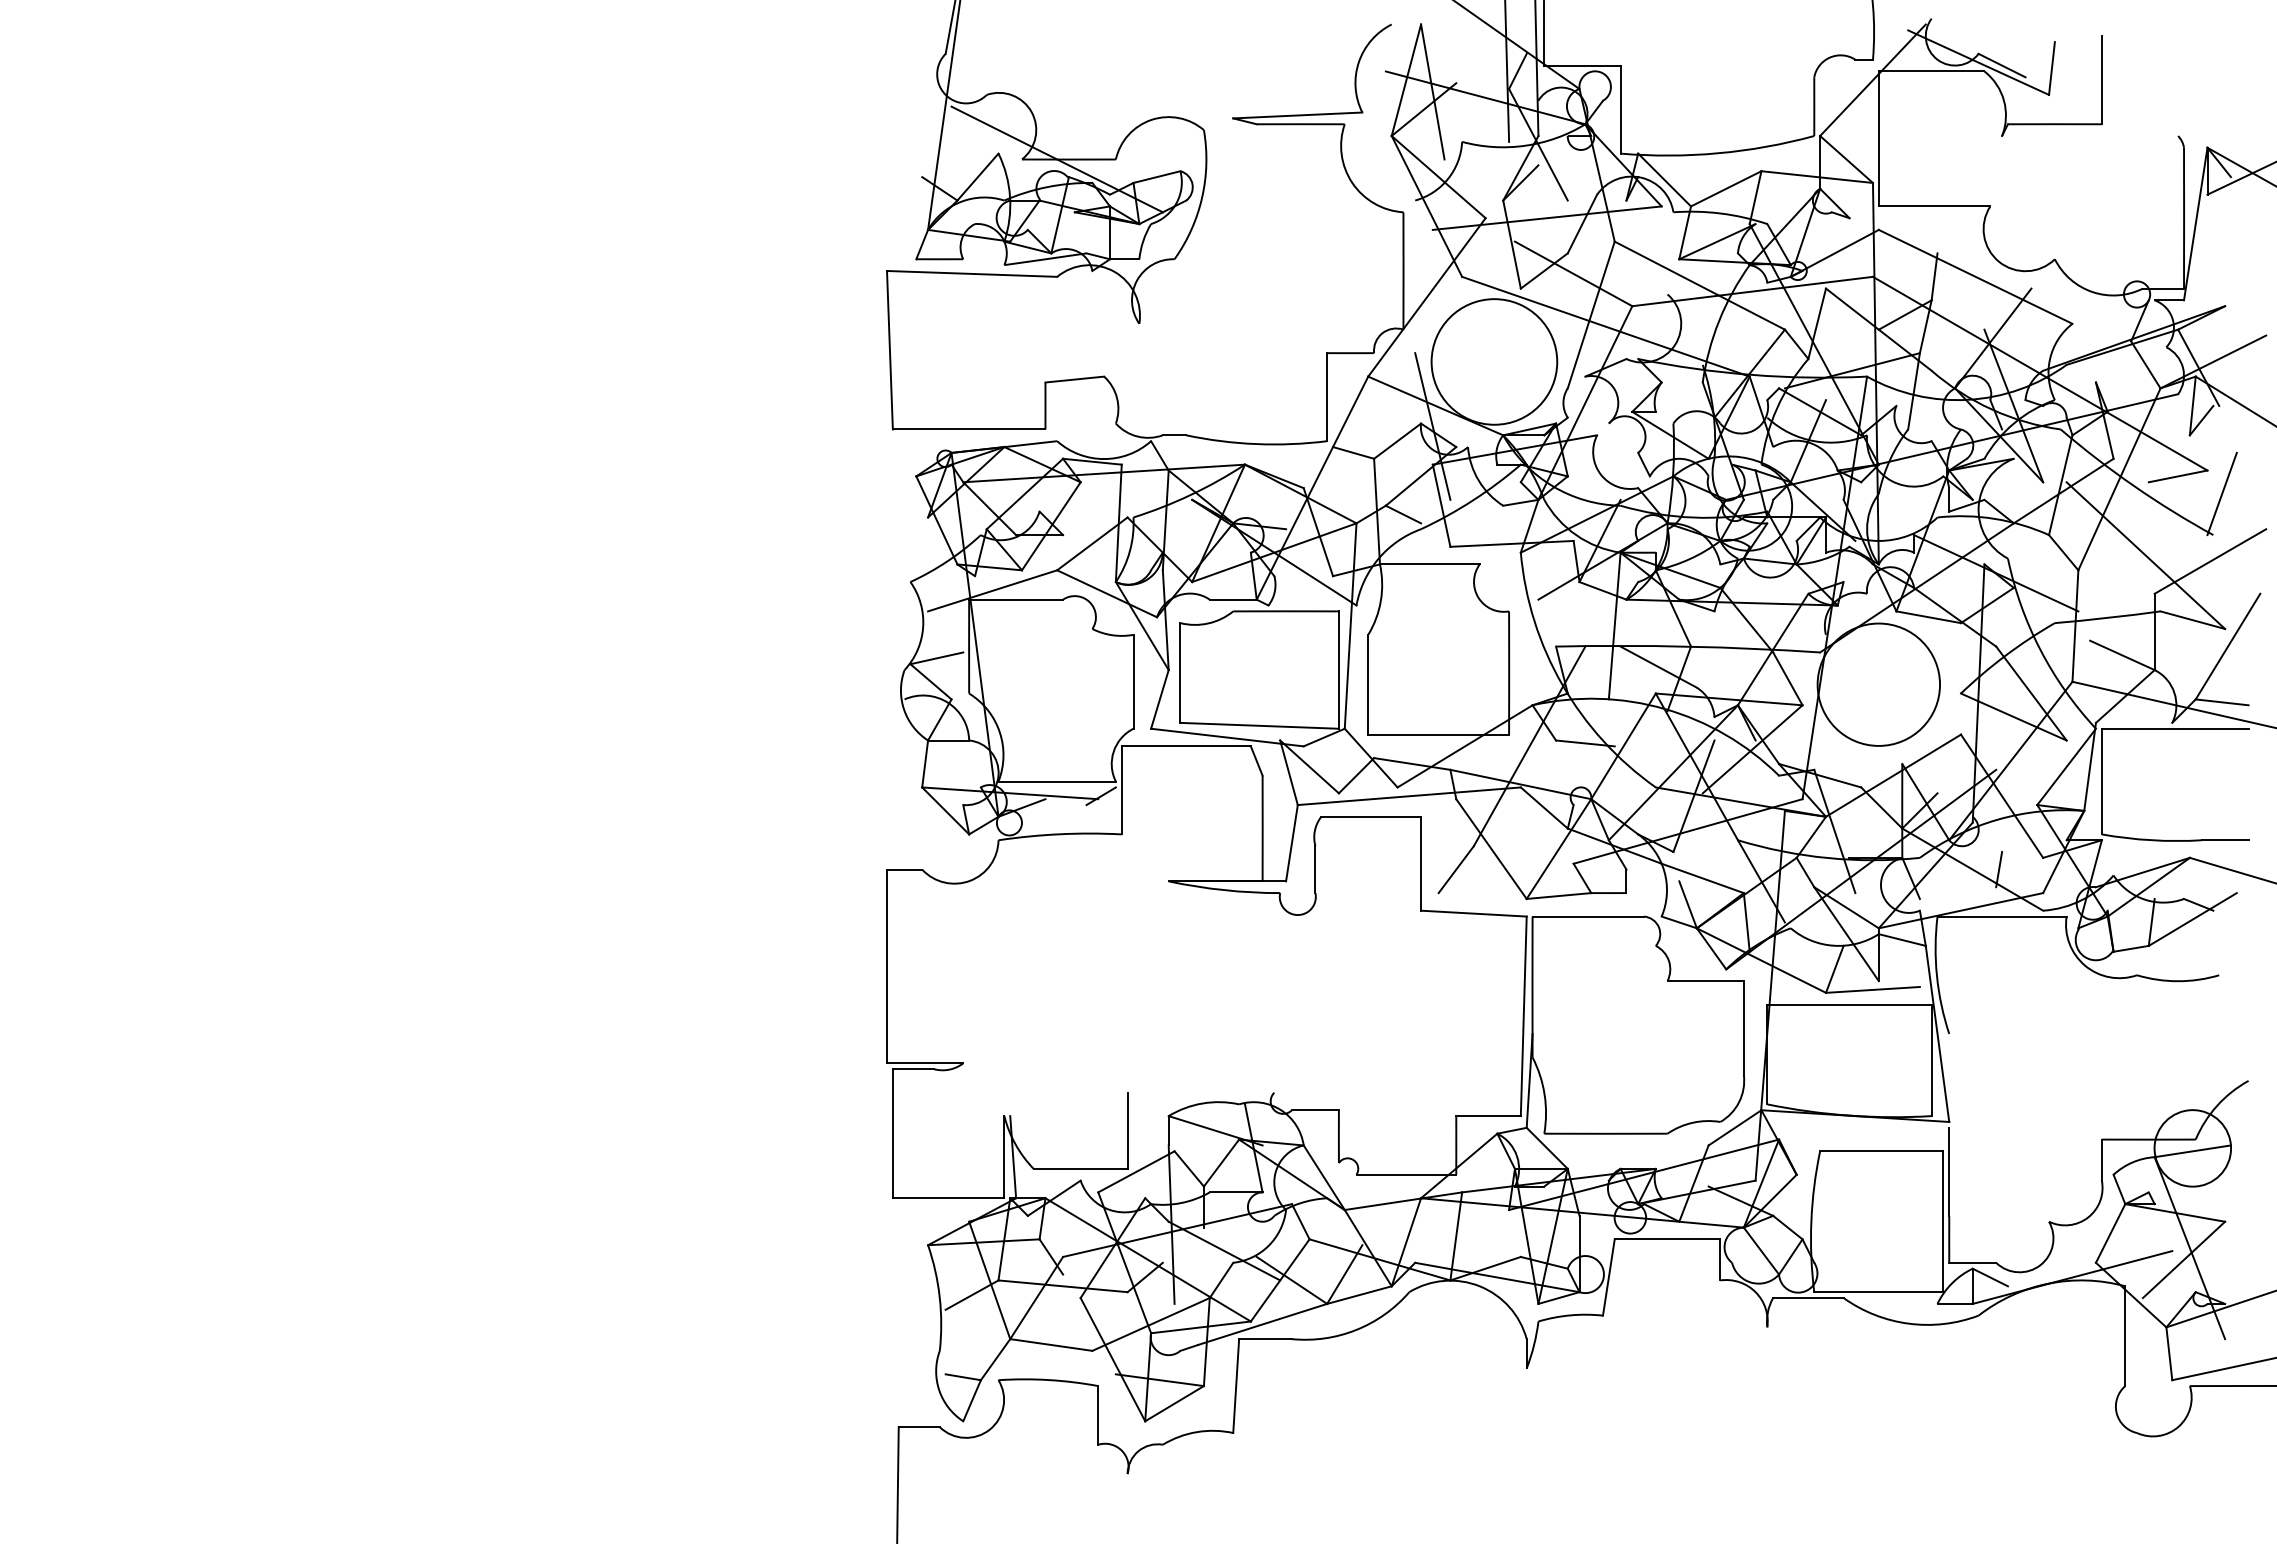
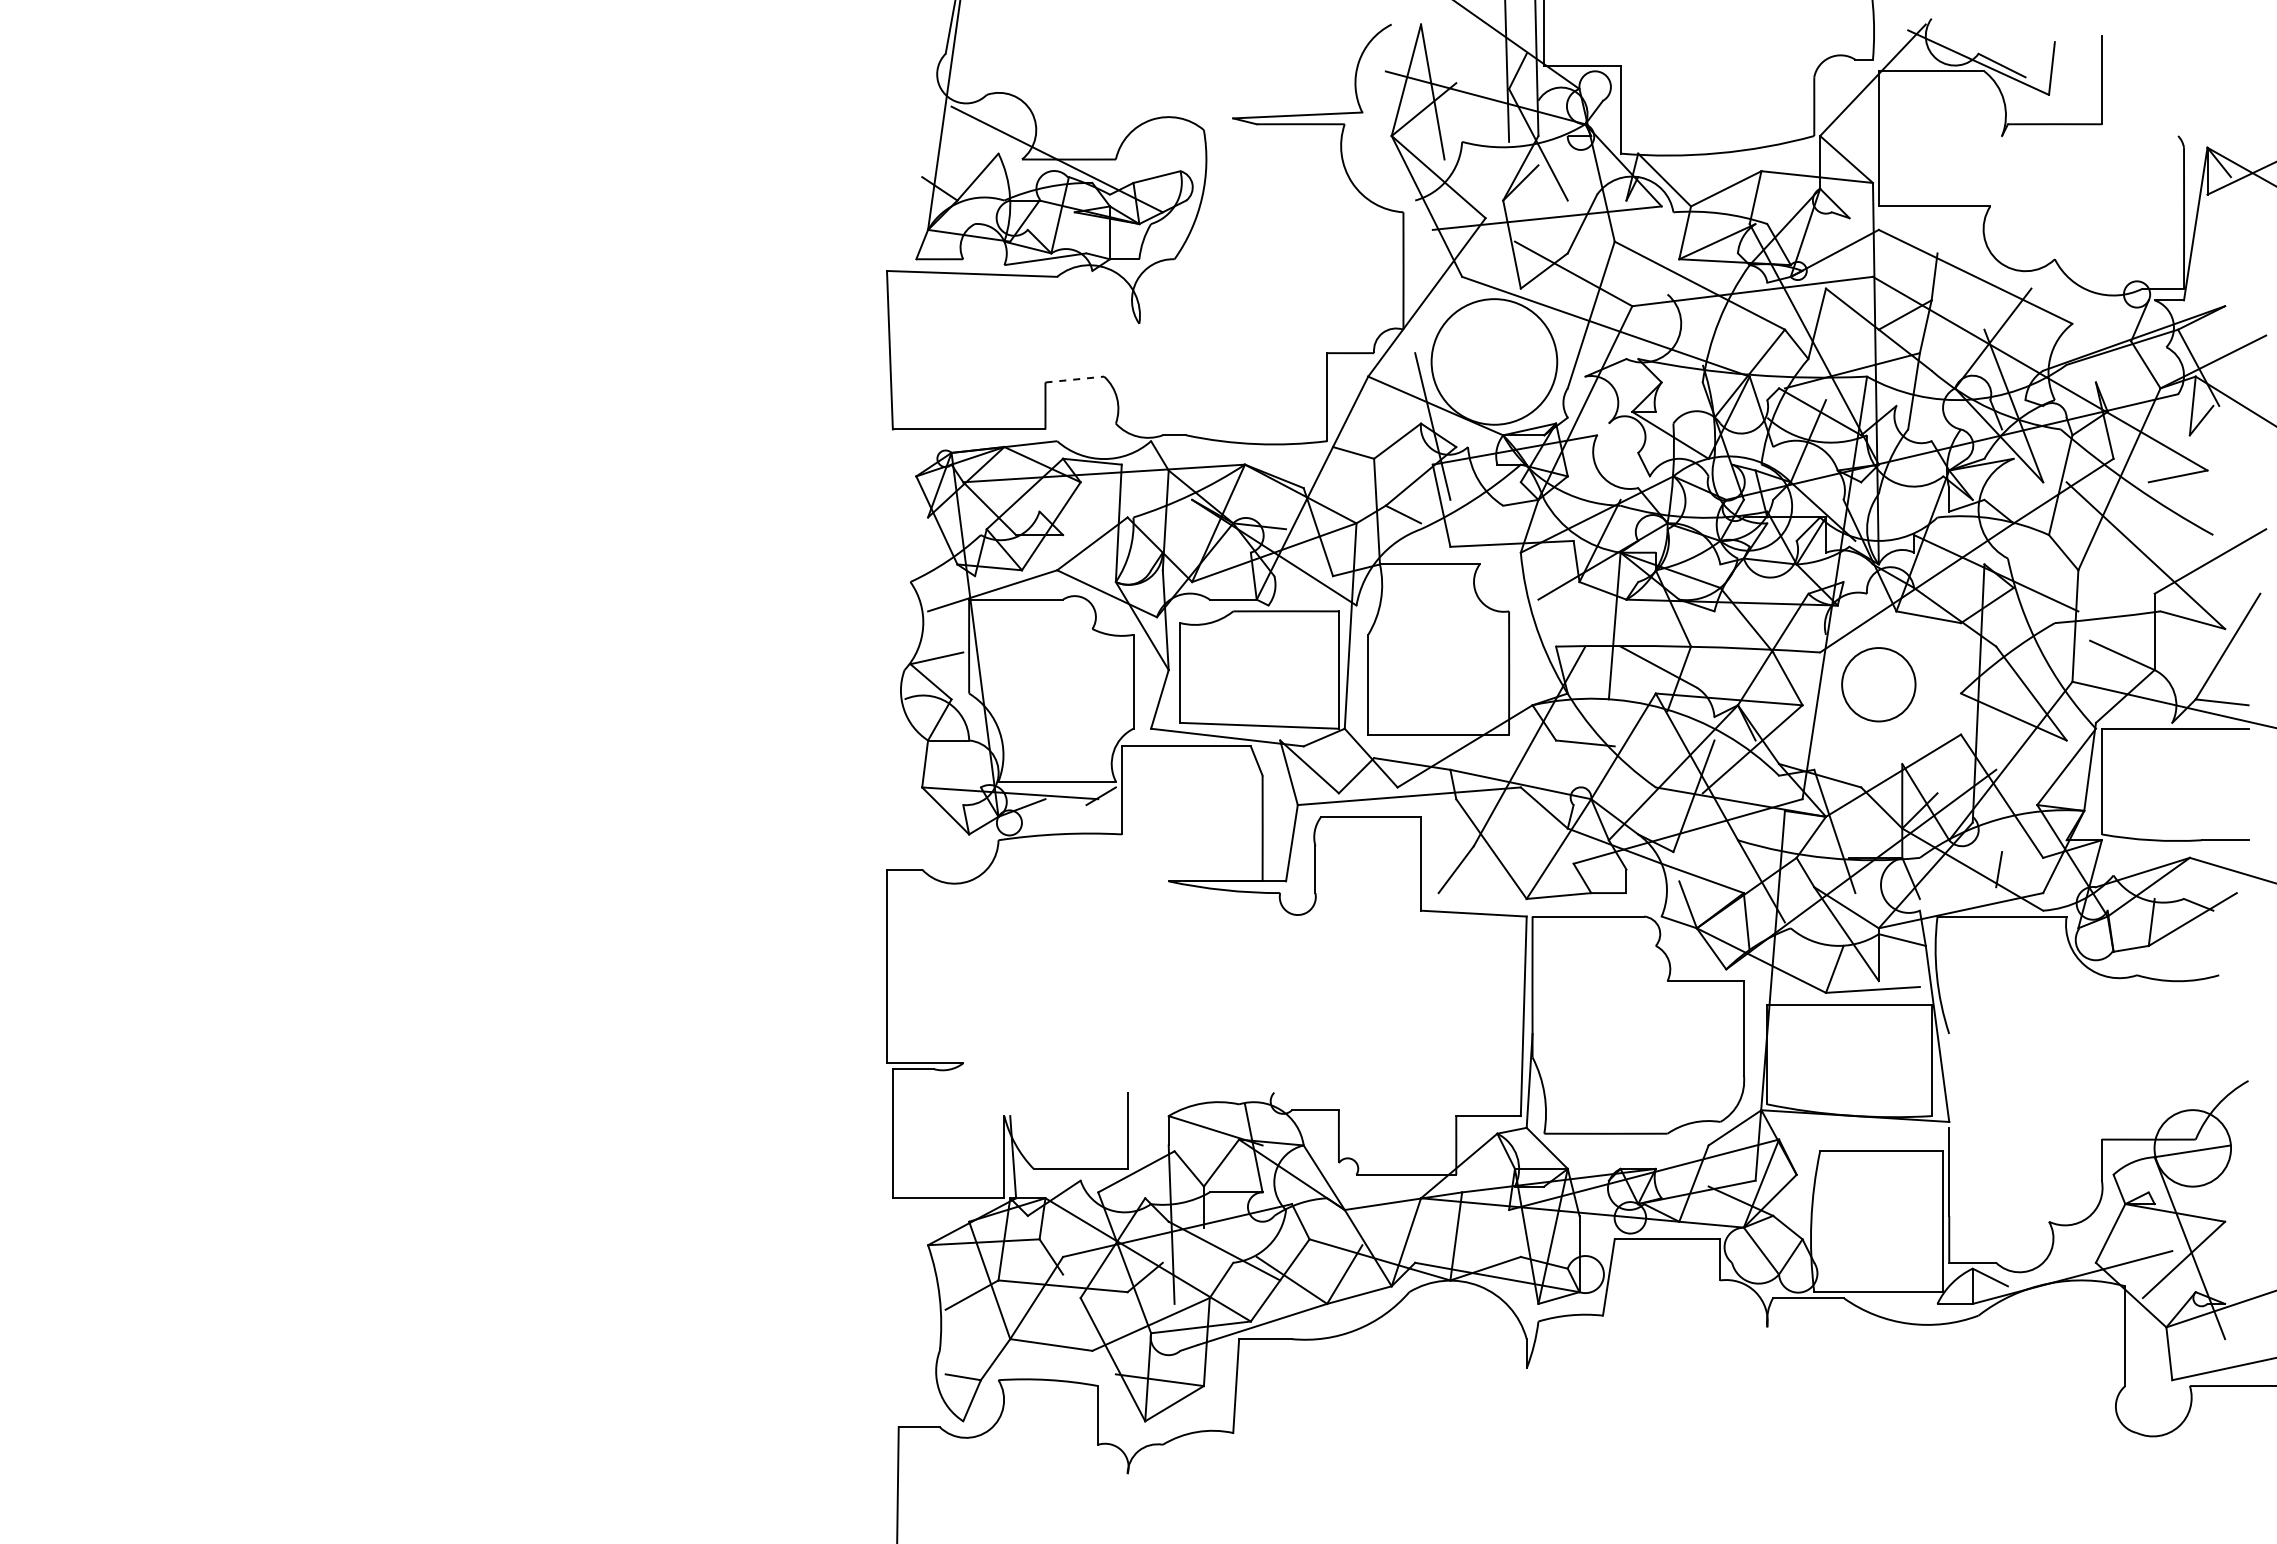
line at (1075, 379): solid -> dashed
line at (2221, 493): present -> none
circle at (1878, 684) diameter: 122 px -> 73 px
